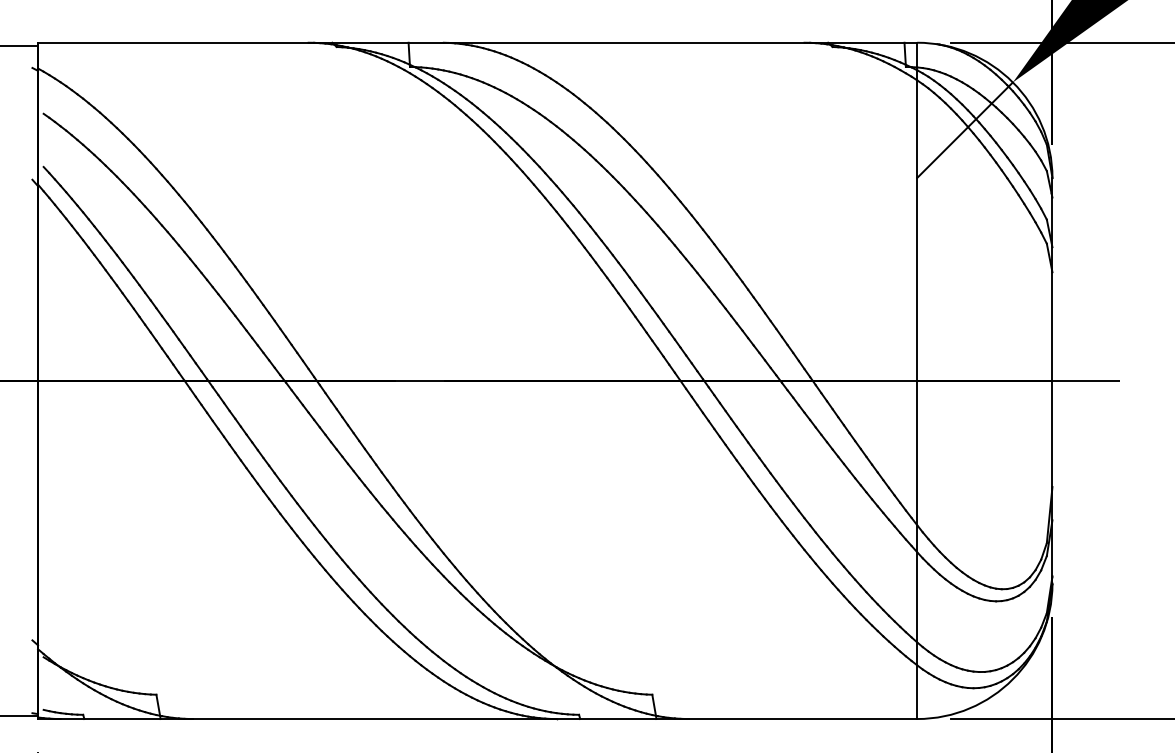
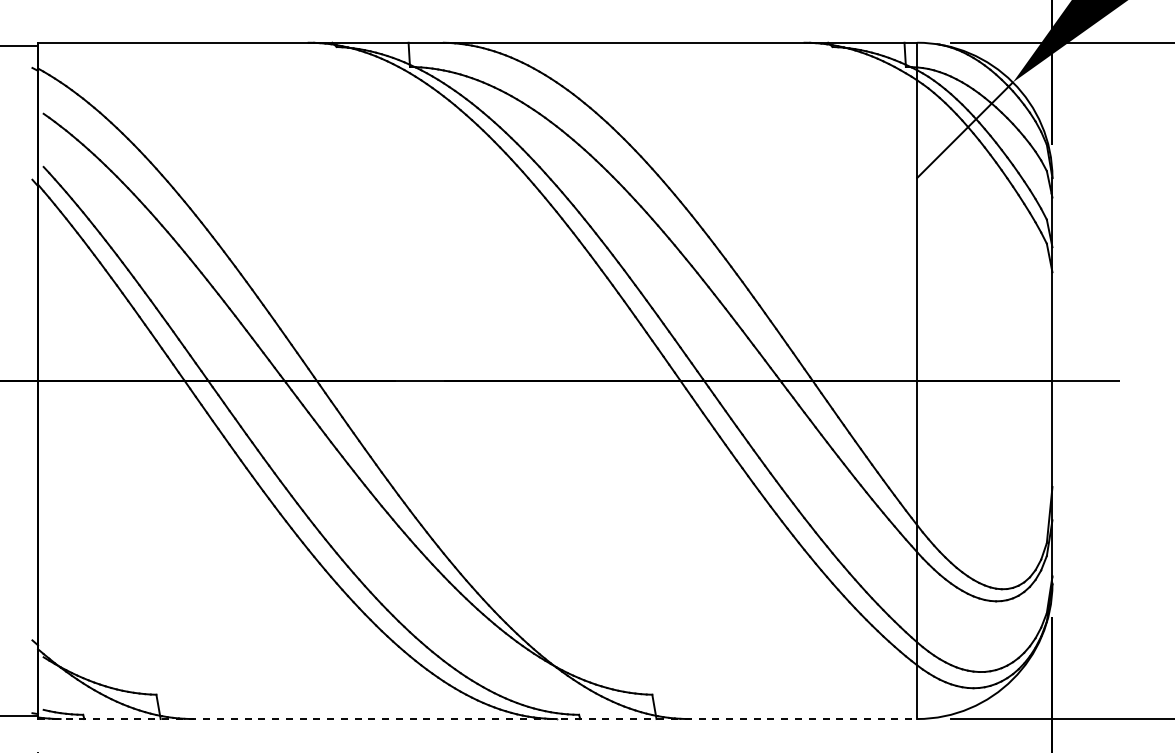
line at (477, 719): solid -> dashed
